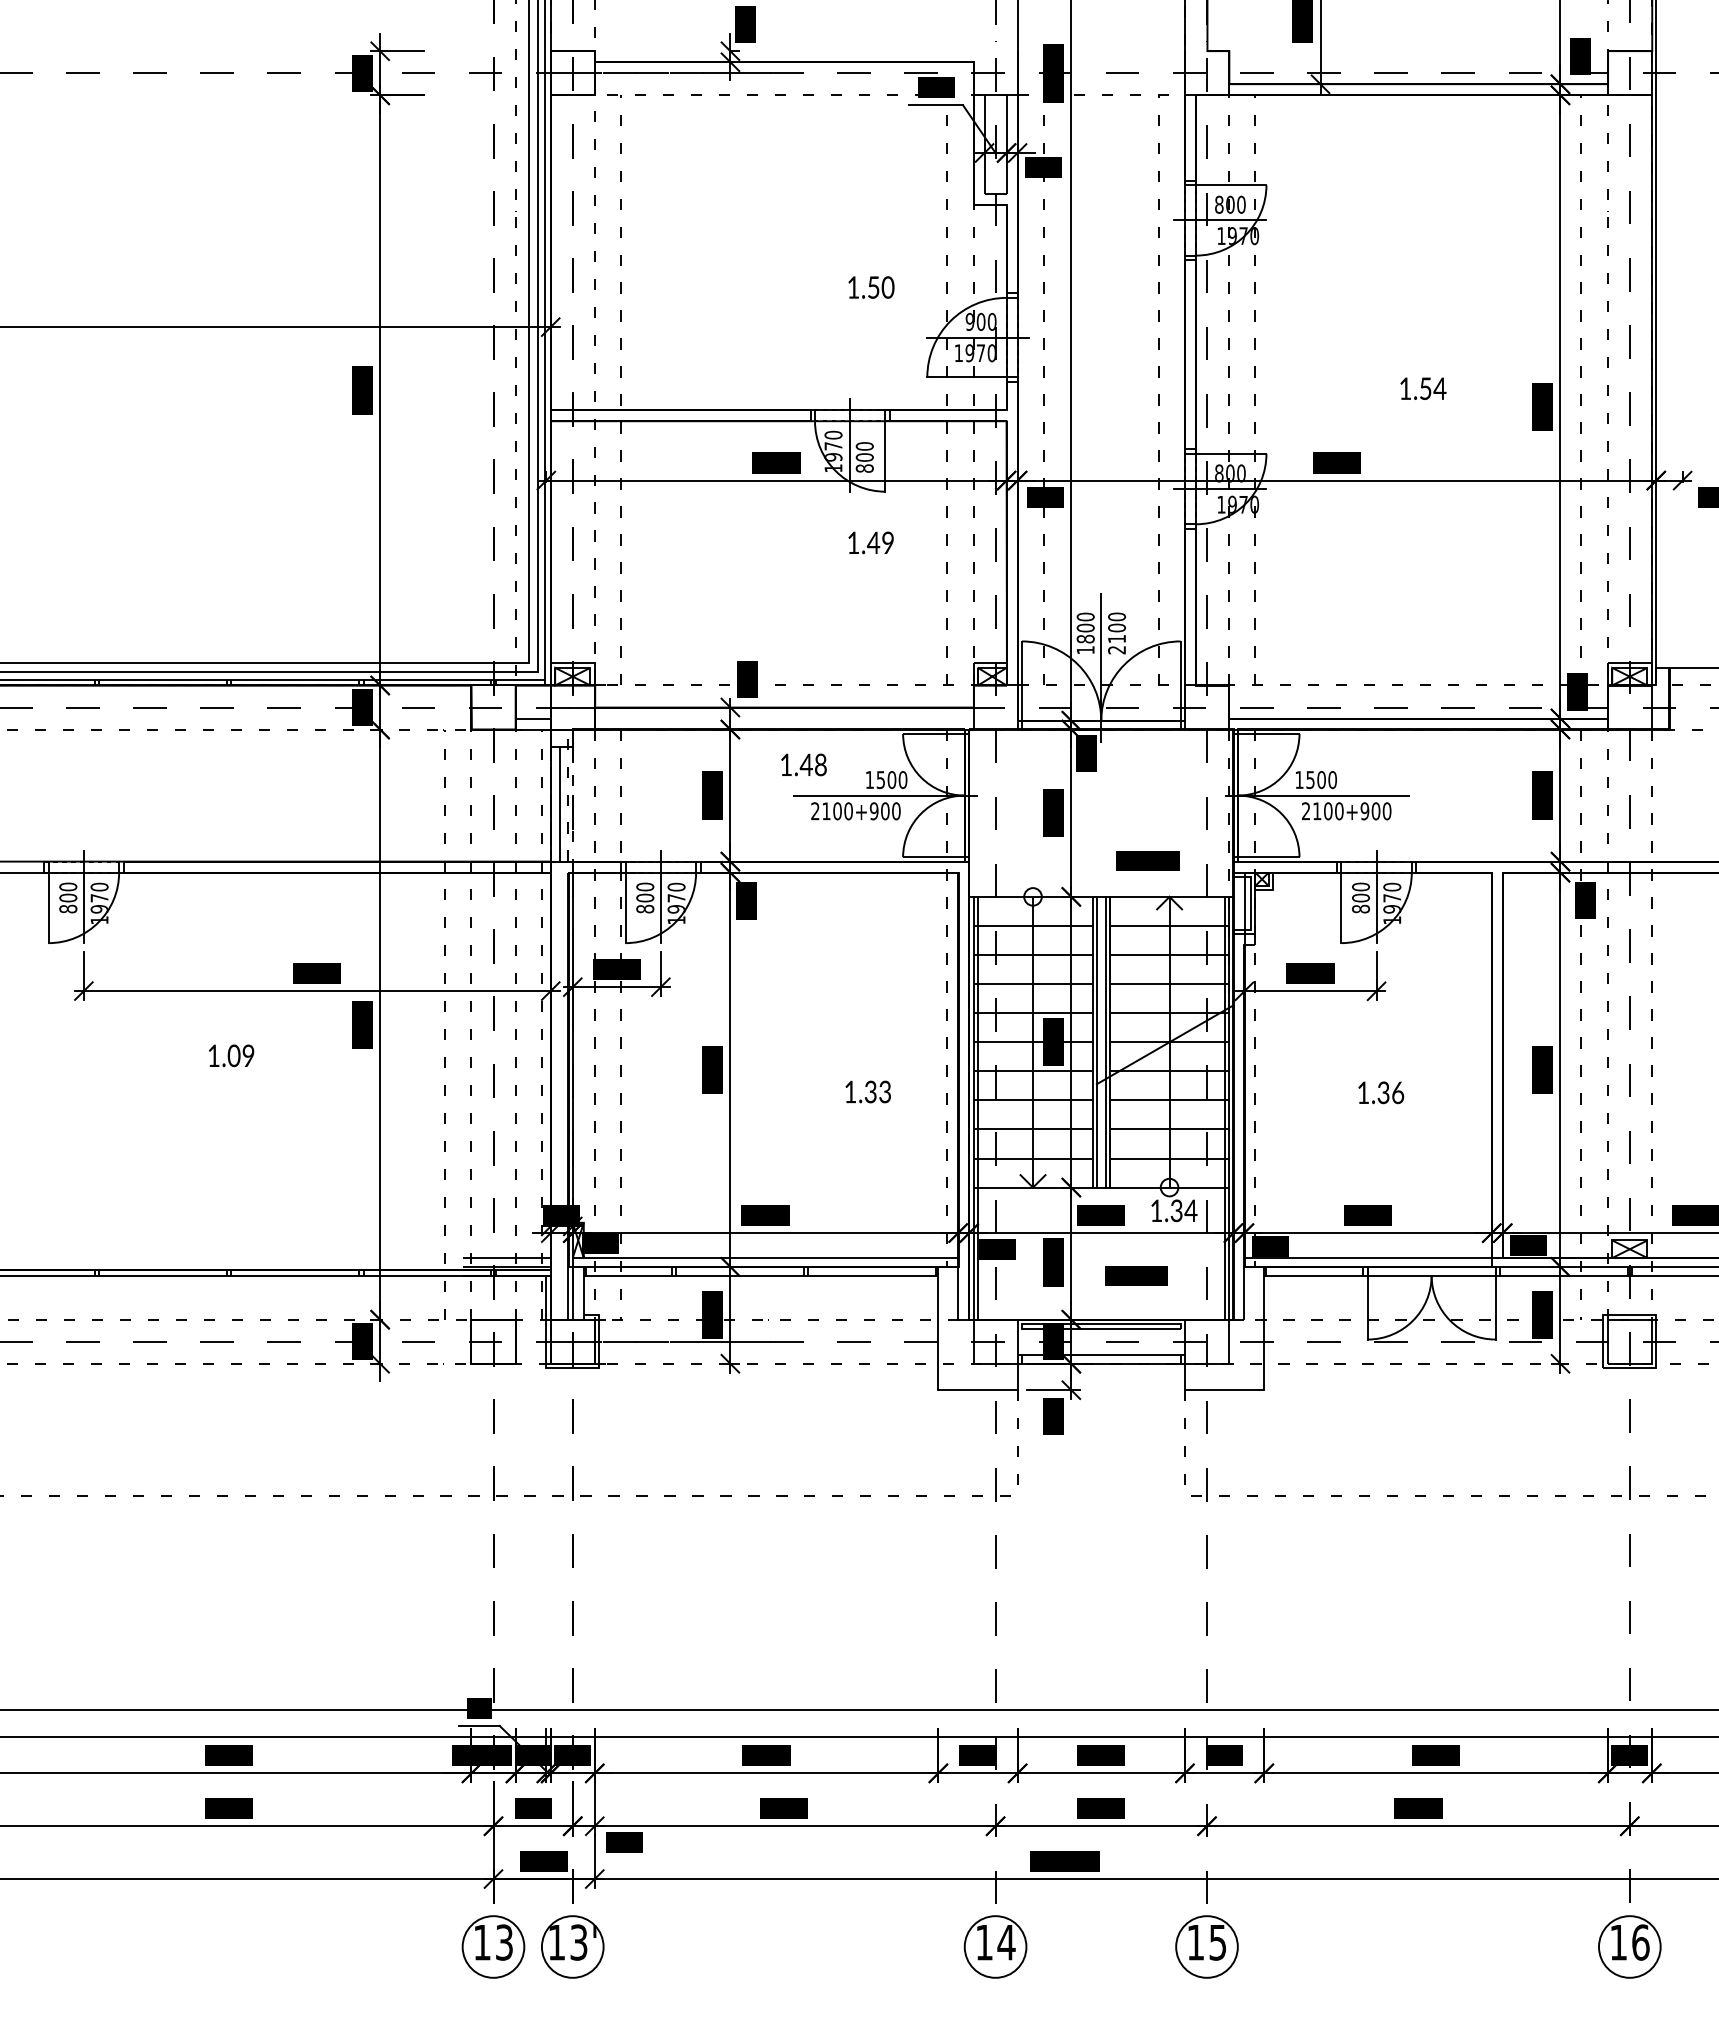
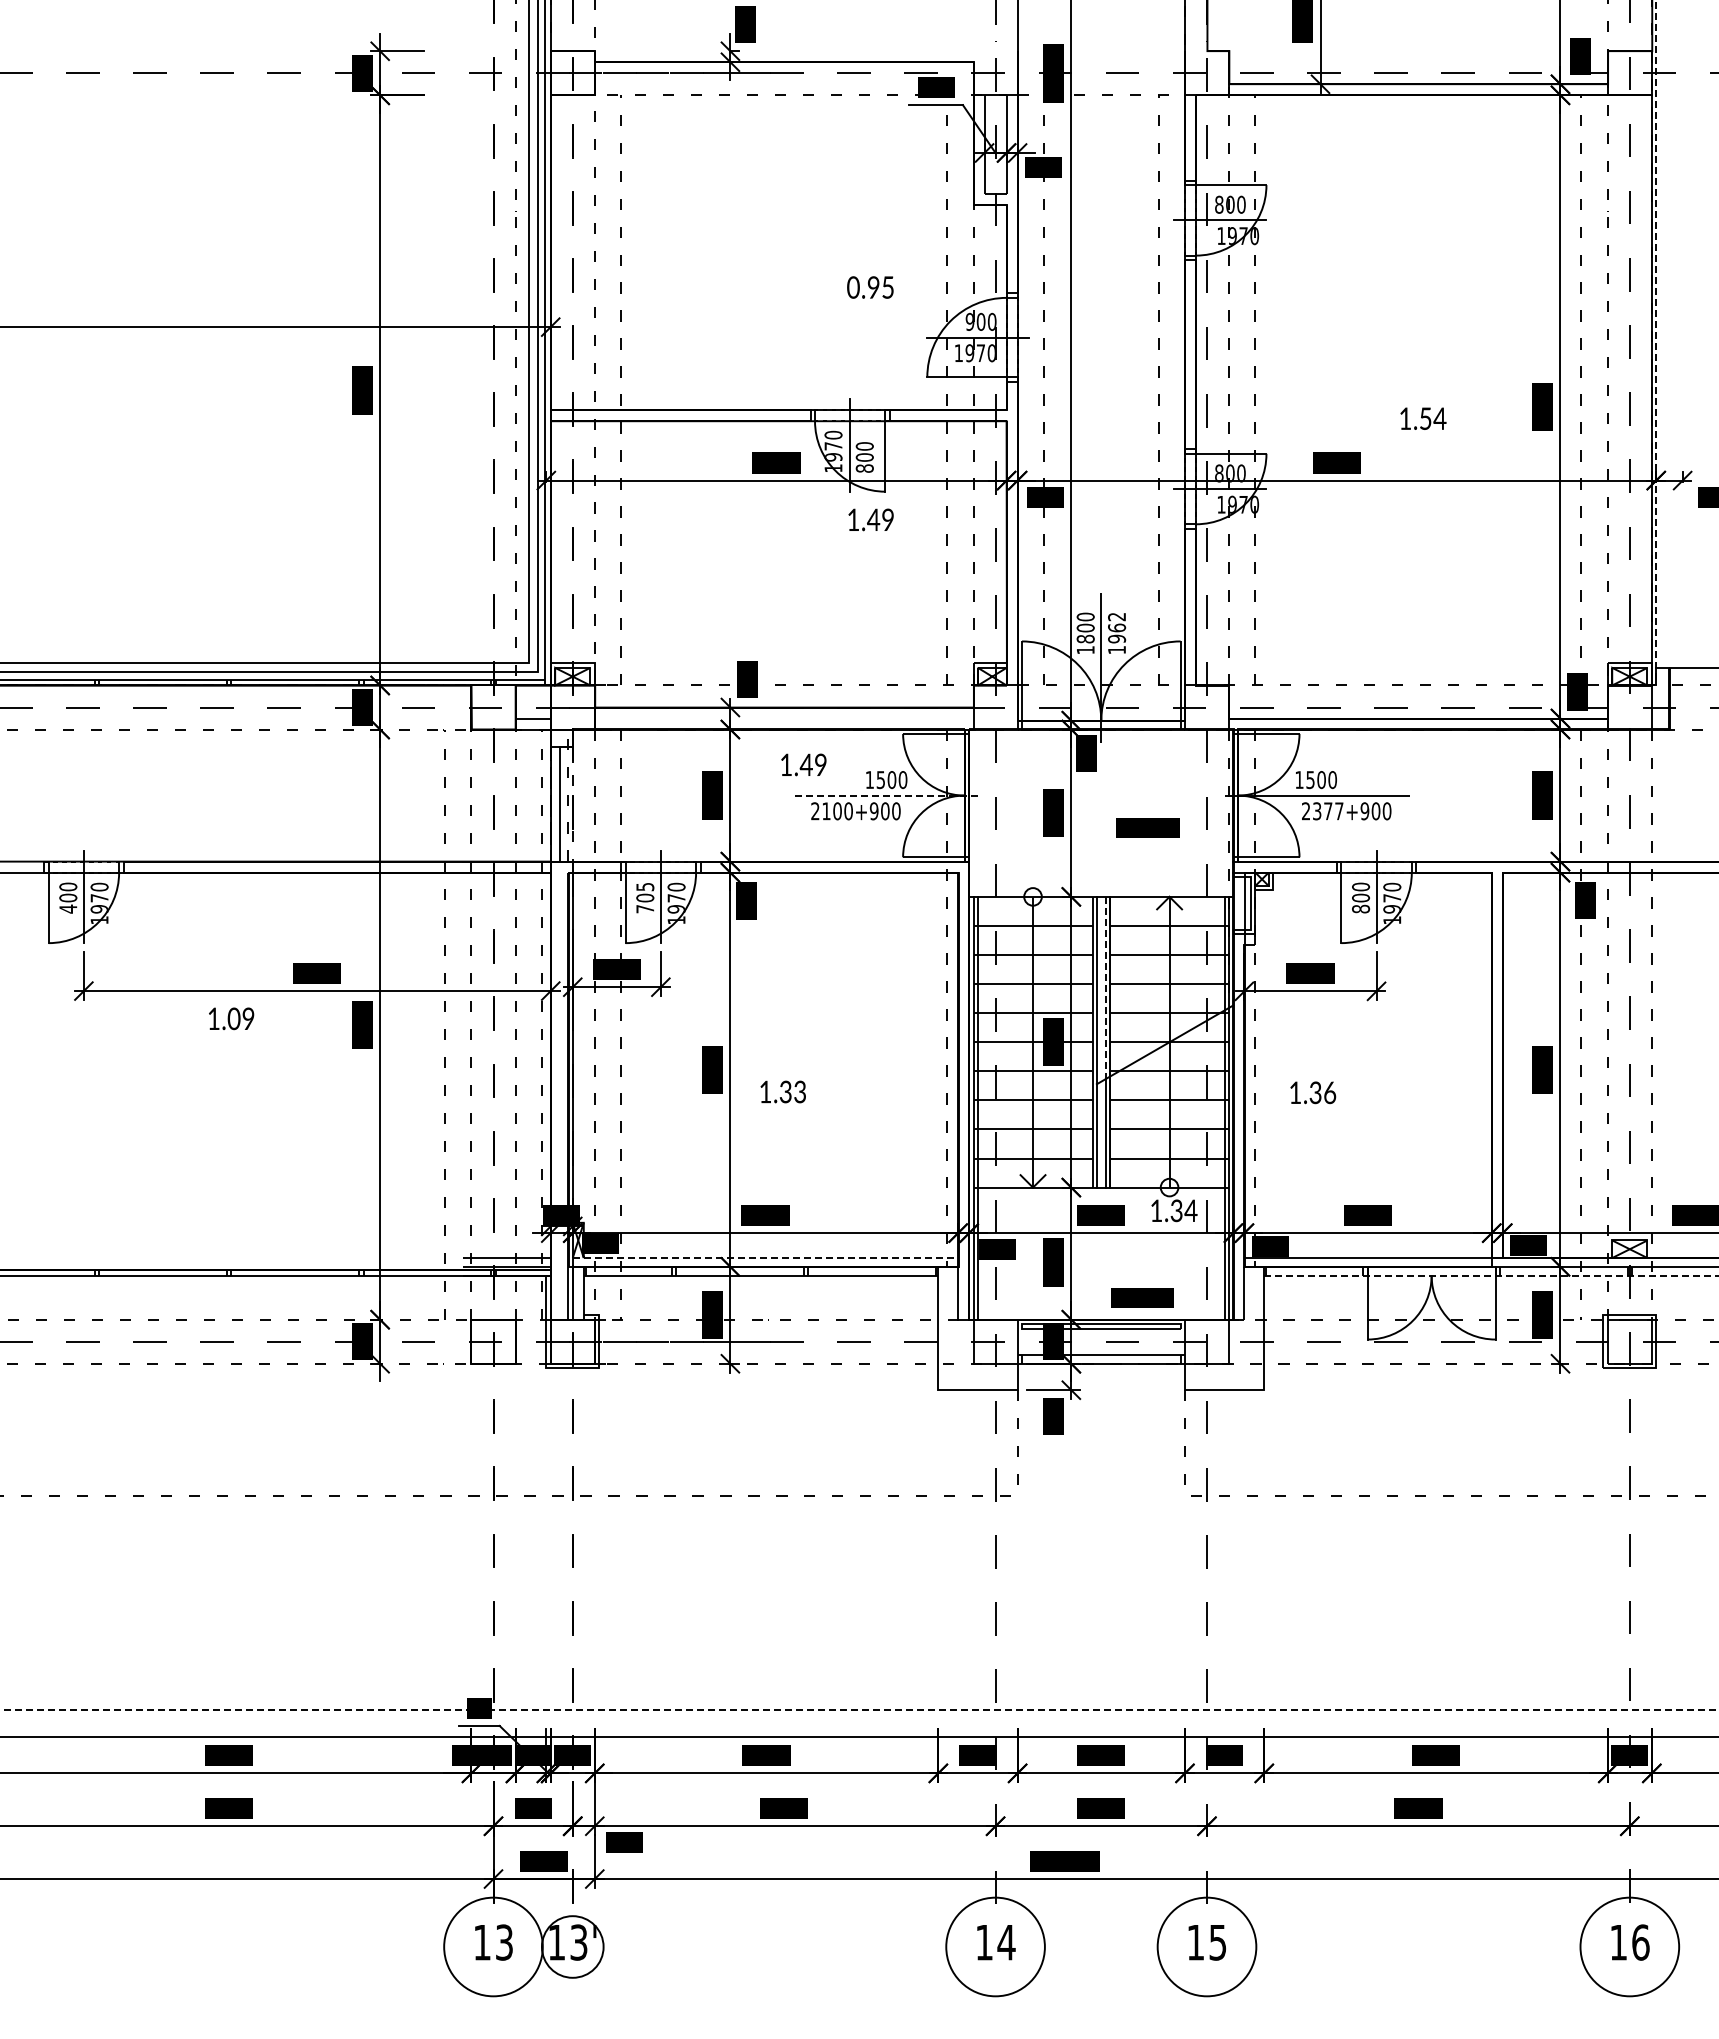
text at (870, 287): 1.50 -> 0.95
line at (1656, 343): solid -> dashed
text at (1423, 388) position: (1423, 388) -> (1423, 418)
text at (870, 542) position: (870, 542) -> (870, 519)
text at (1117, 633): 2100 -> 1962
text at (820, 765): 1.48 -> 1.49
line at (884, 795): solid -> dashed
text at (1328, 811): 2100+900 -> 2377+900
text at (1147, 860) position: (1147, 860) -> (1147, 827)
text at (645, 897): 800 -> 705
text at (68, 908): 800 -> 400
line at (1105, 988): solid -> dashed
text at (231, 1055) position: (231, 1055) -> (231, 1018)
text at (867, 1091) position: (867, 1091) -> (782, 1091)
text at (1381, 1092) position: (1381, 1092) -> (1313, 1092)
line at (765, 1258): solid -> dashed
text at (1136, 1275) position: (1136, 1275) -> (1142, 1297)
line at (1491, 1275): solid -> dashed
line at (859, 1710): solid -> dashed
circle at (493, 1946) diameter: 62 px -> 99 px
circle at (995, 1946) diameter: 62 px -> 99 px
circle at (1206, 1946) diameter: 62 px -> 99 px
circle at (1629, 1946) diameter: 62 px -> 99 px
